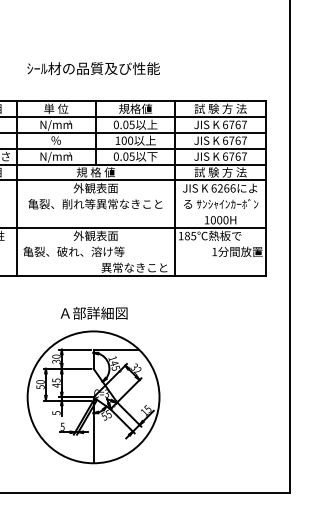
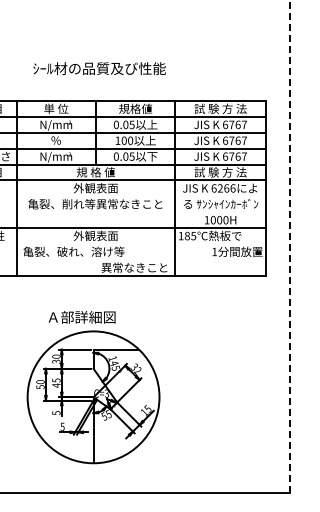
text at (93, 68) position: (93, 68) -> (99, 68)
line at (289, 247): solid -> dashed
text at (93, 313) position: (93, 313) -> (81, 317)
